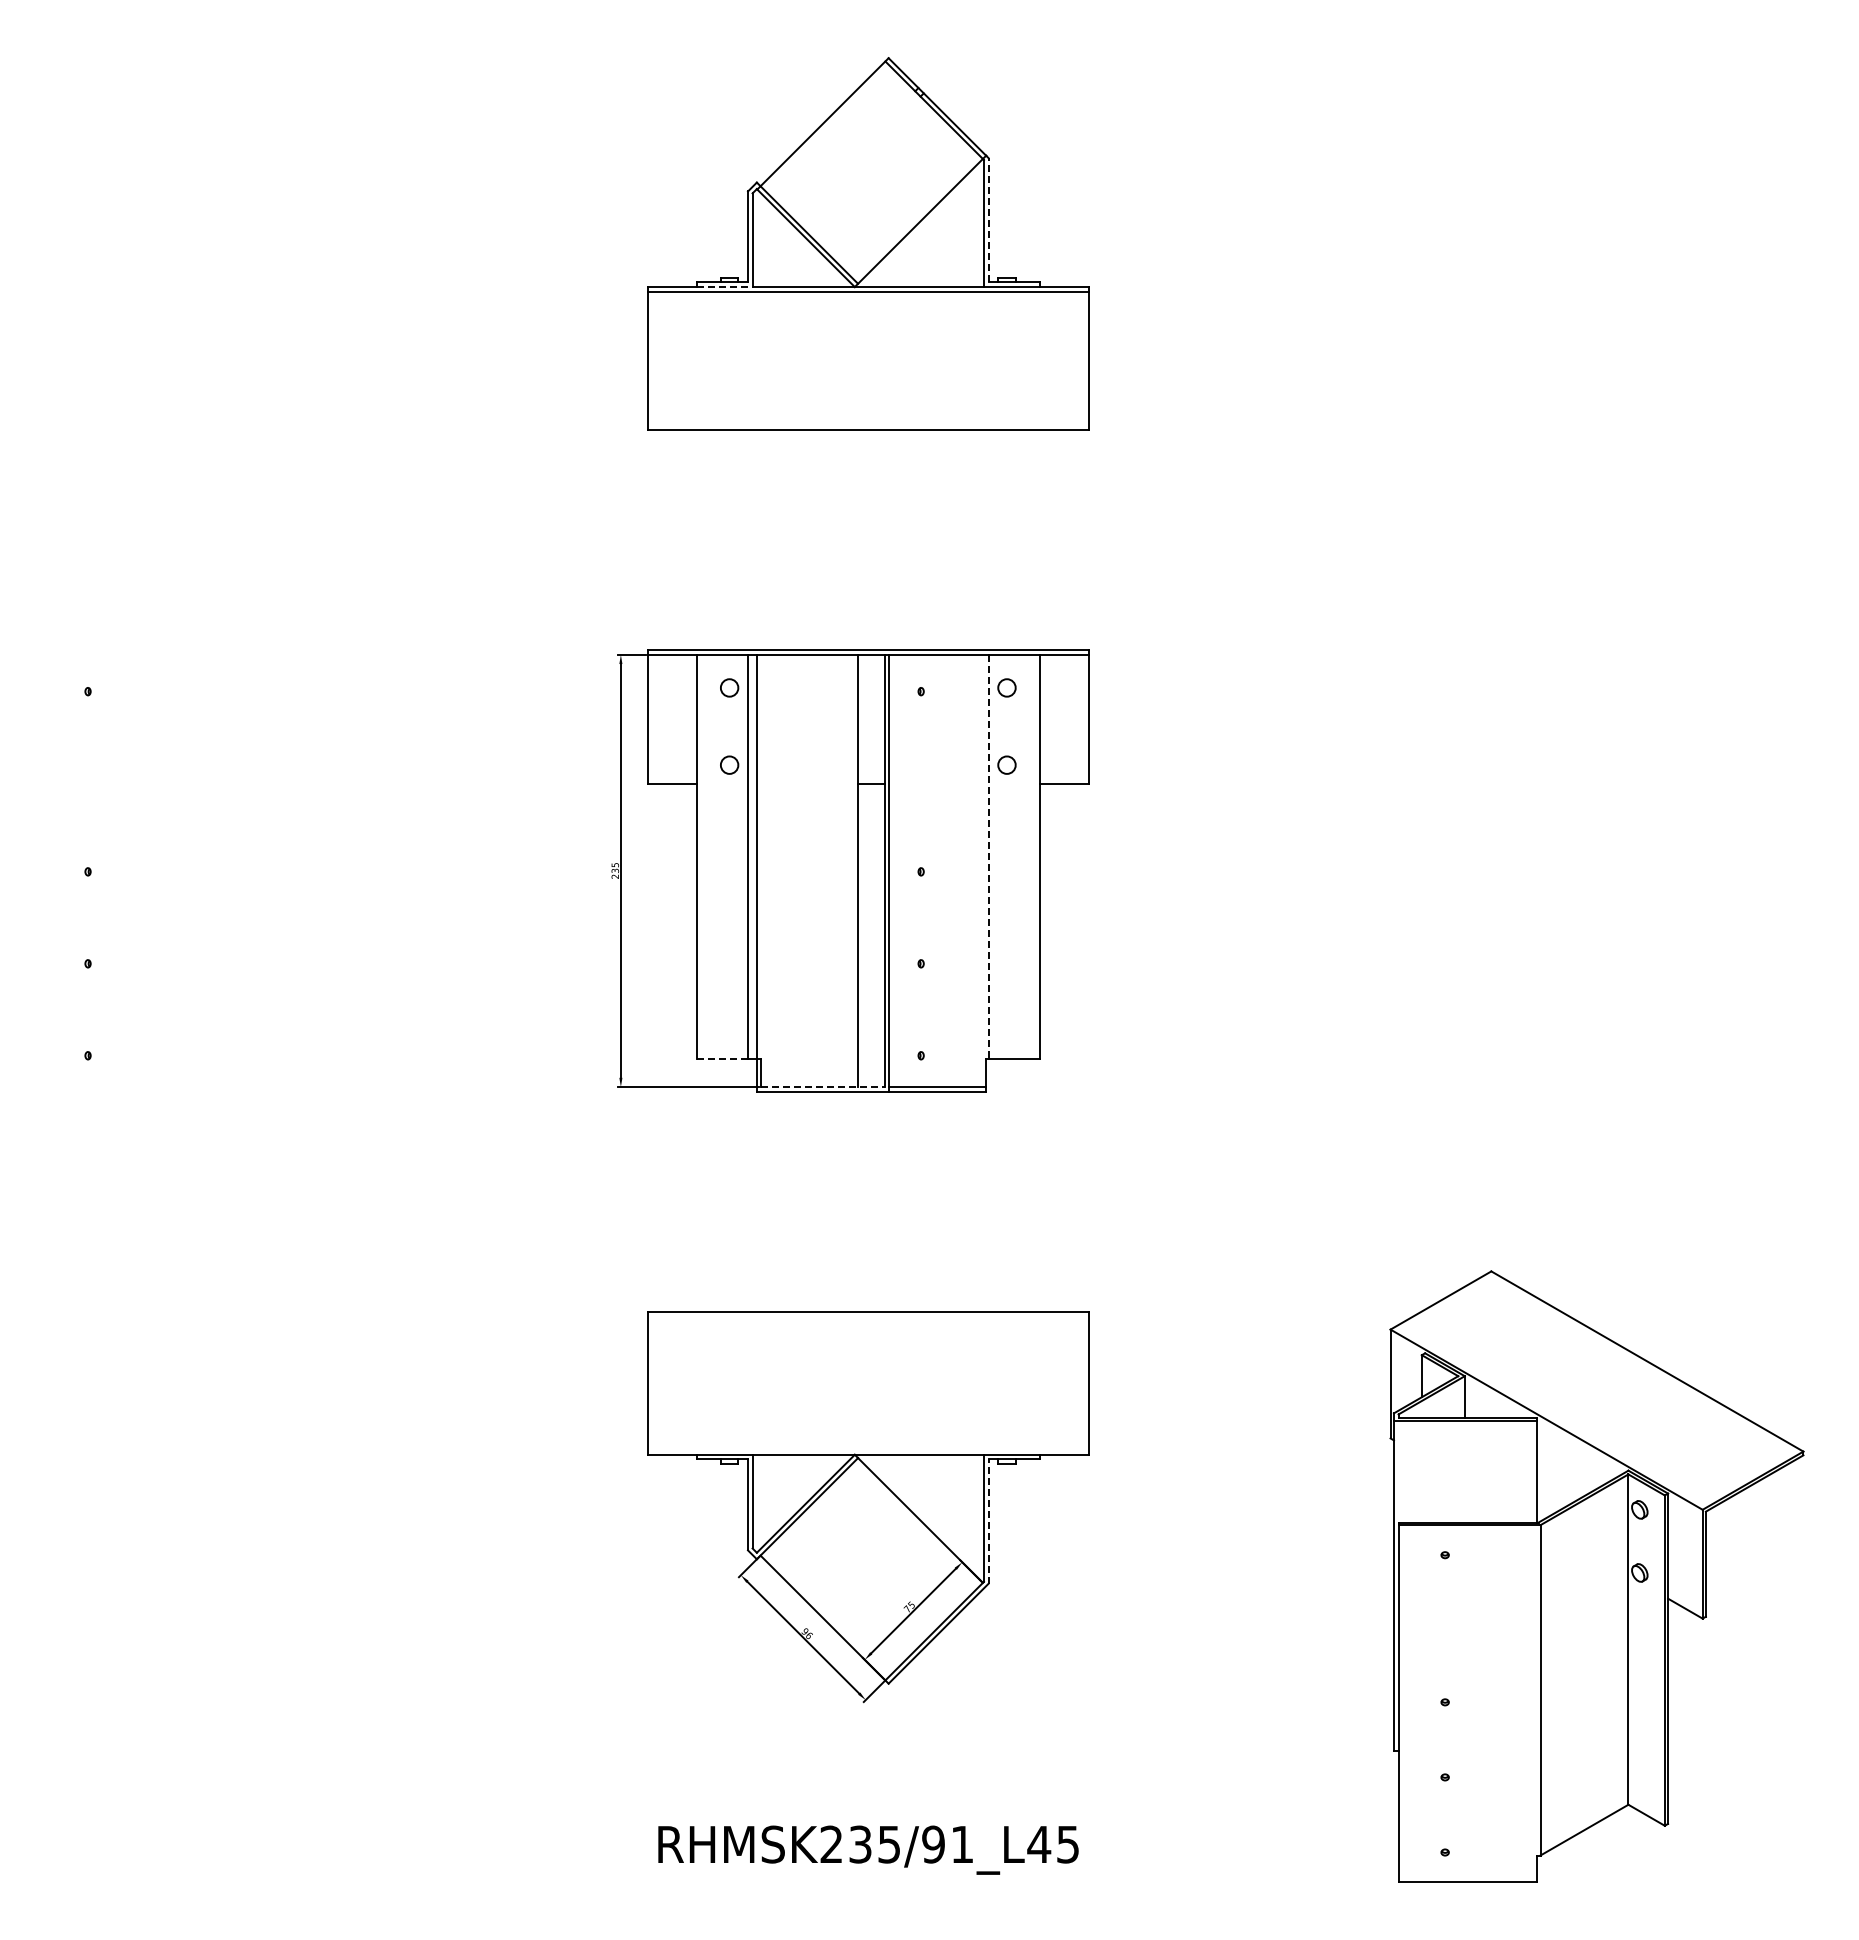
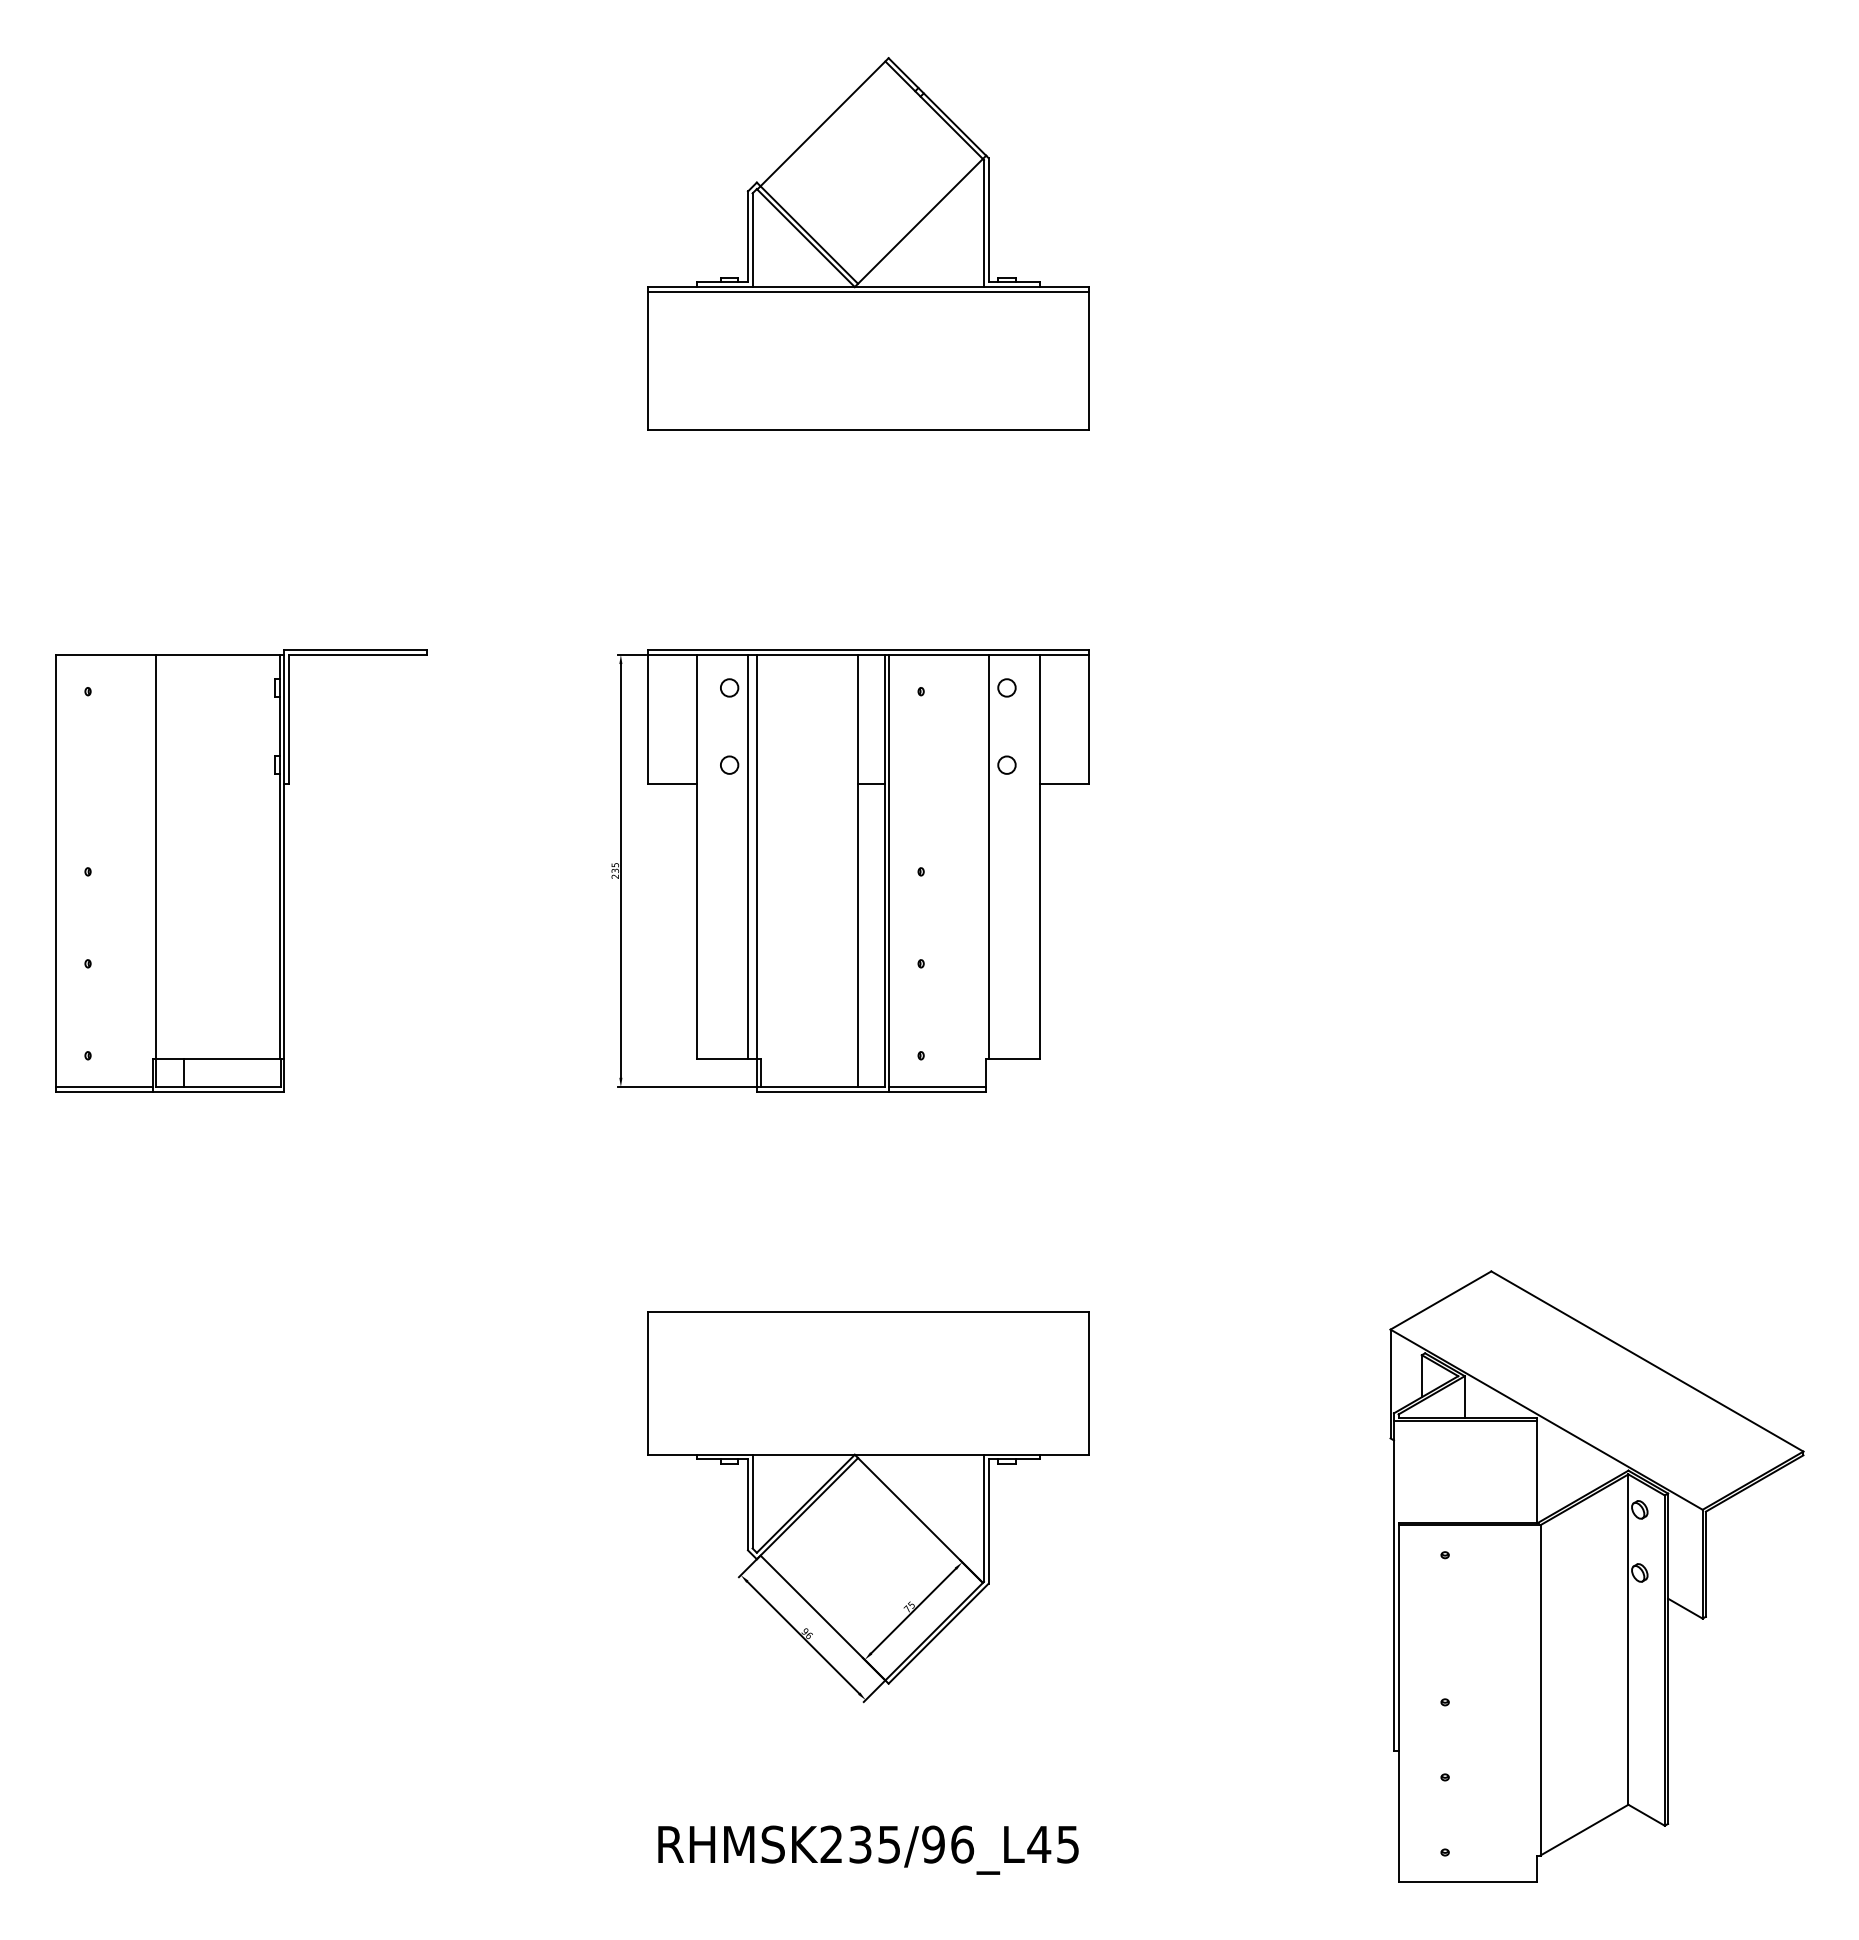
line at (988, 219): dashed -> solid
line at (725, 287): dashed -> solid
line at (988, 857): dashed -> solid
part at (241, 870): none -> present
line at (722, 1059): dashed -> solid
line at (823, 1087): dashed -> solid
line at (988, 1521): dashed -> solid
text at (962, 1844): RHMSK235/91_L45 -> RHMSK235/96_L45
